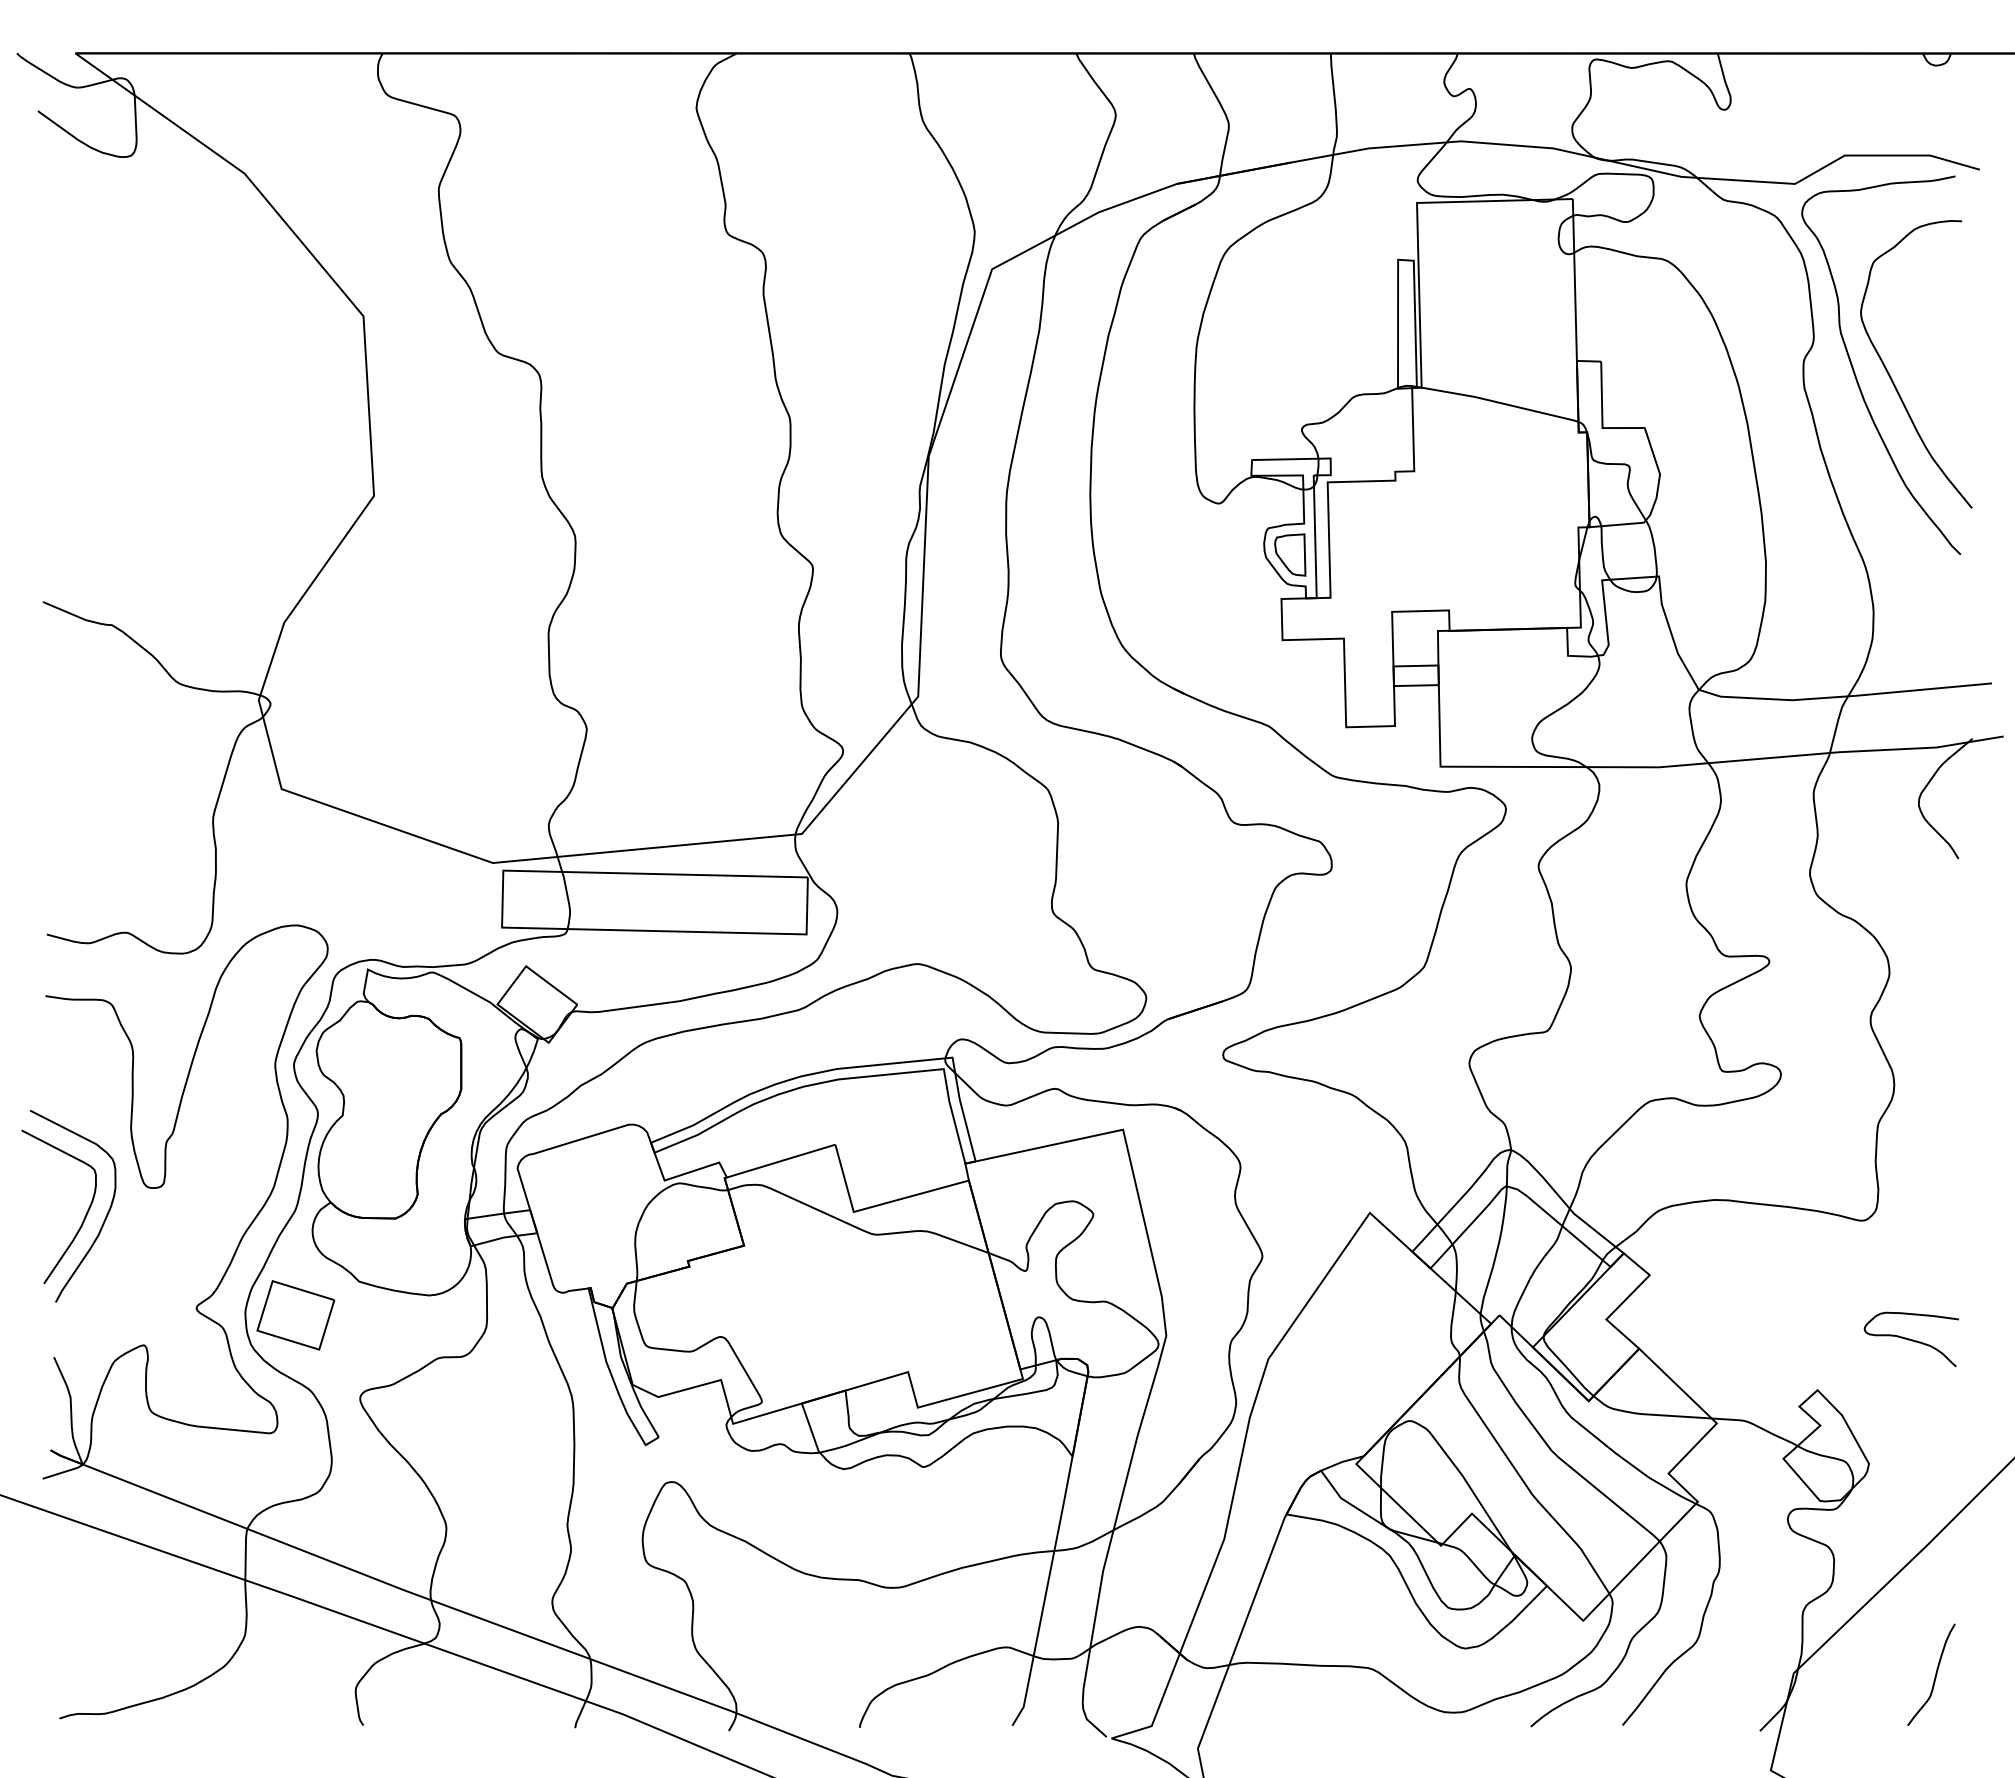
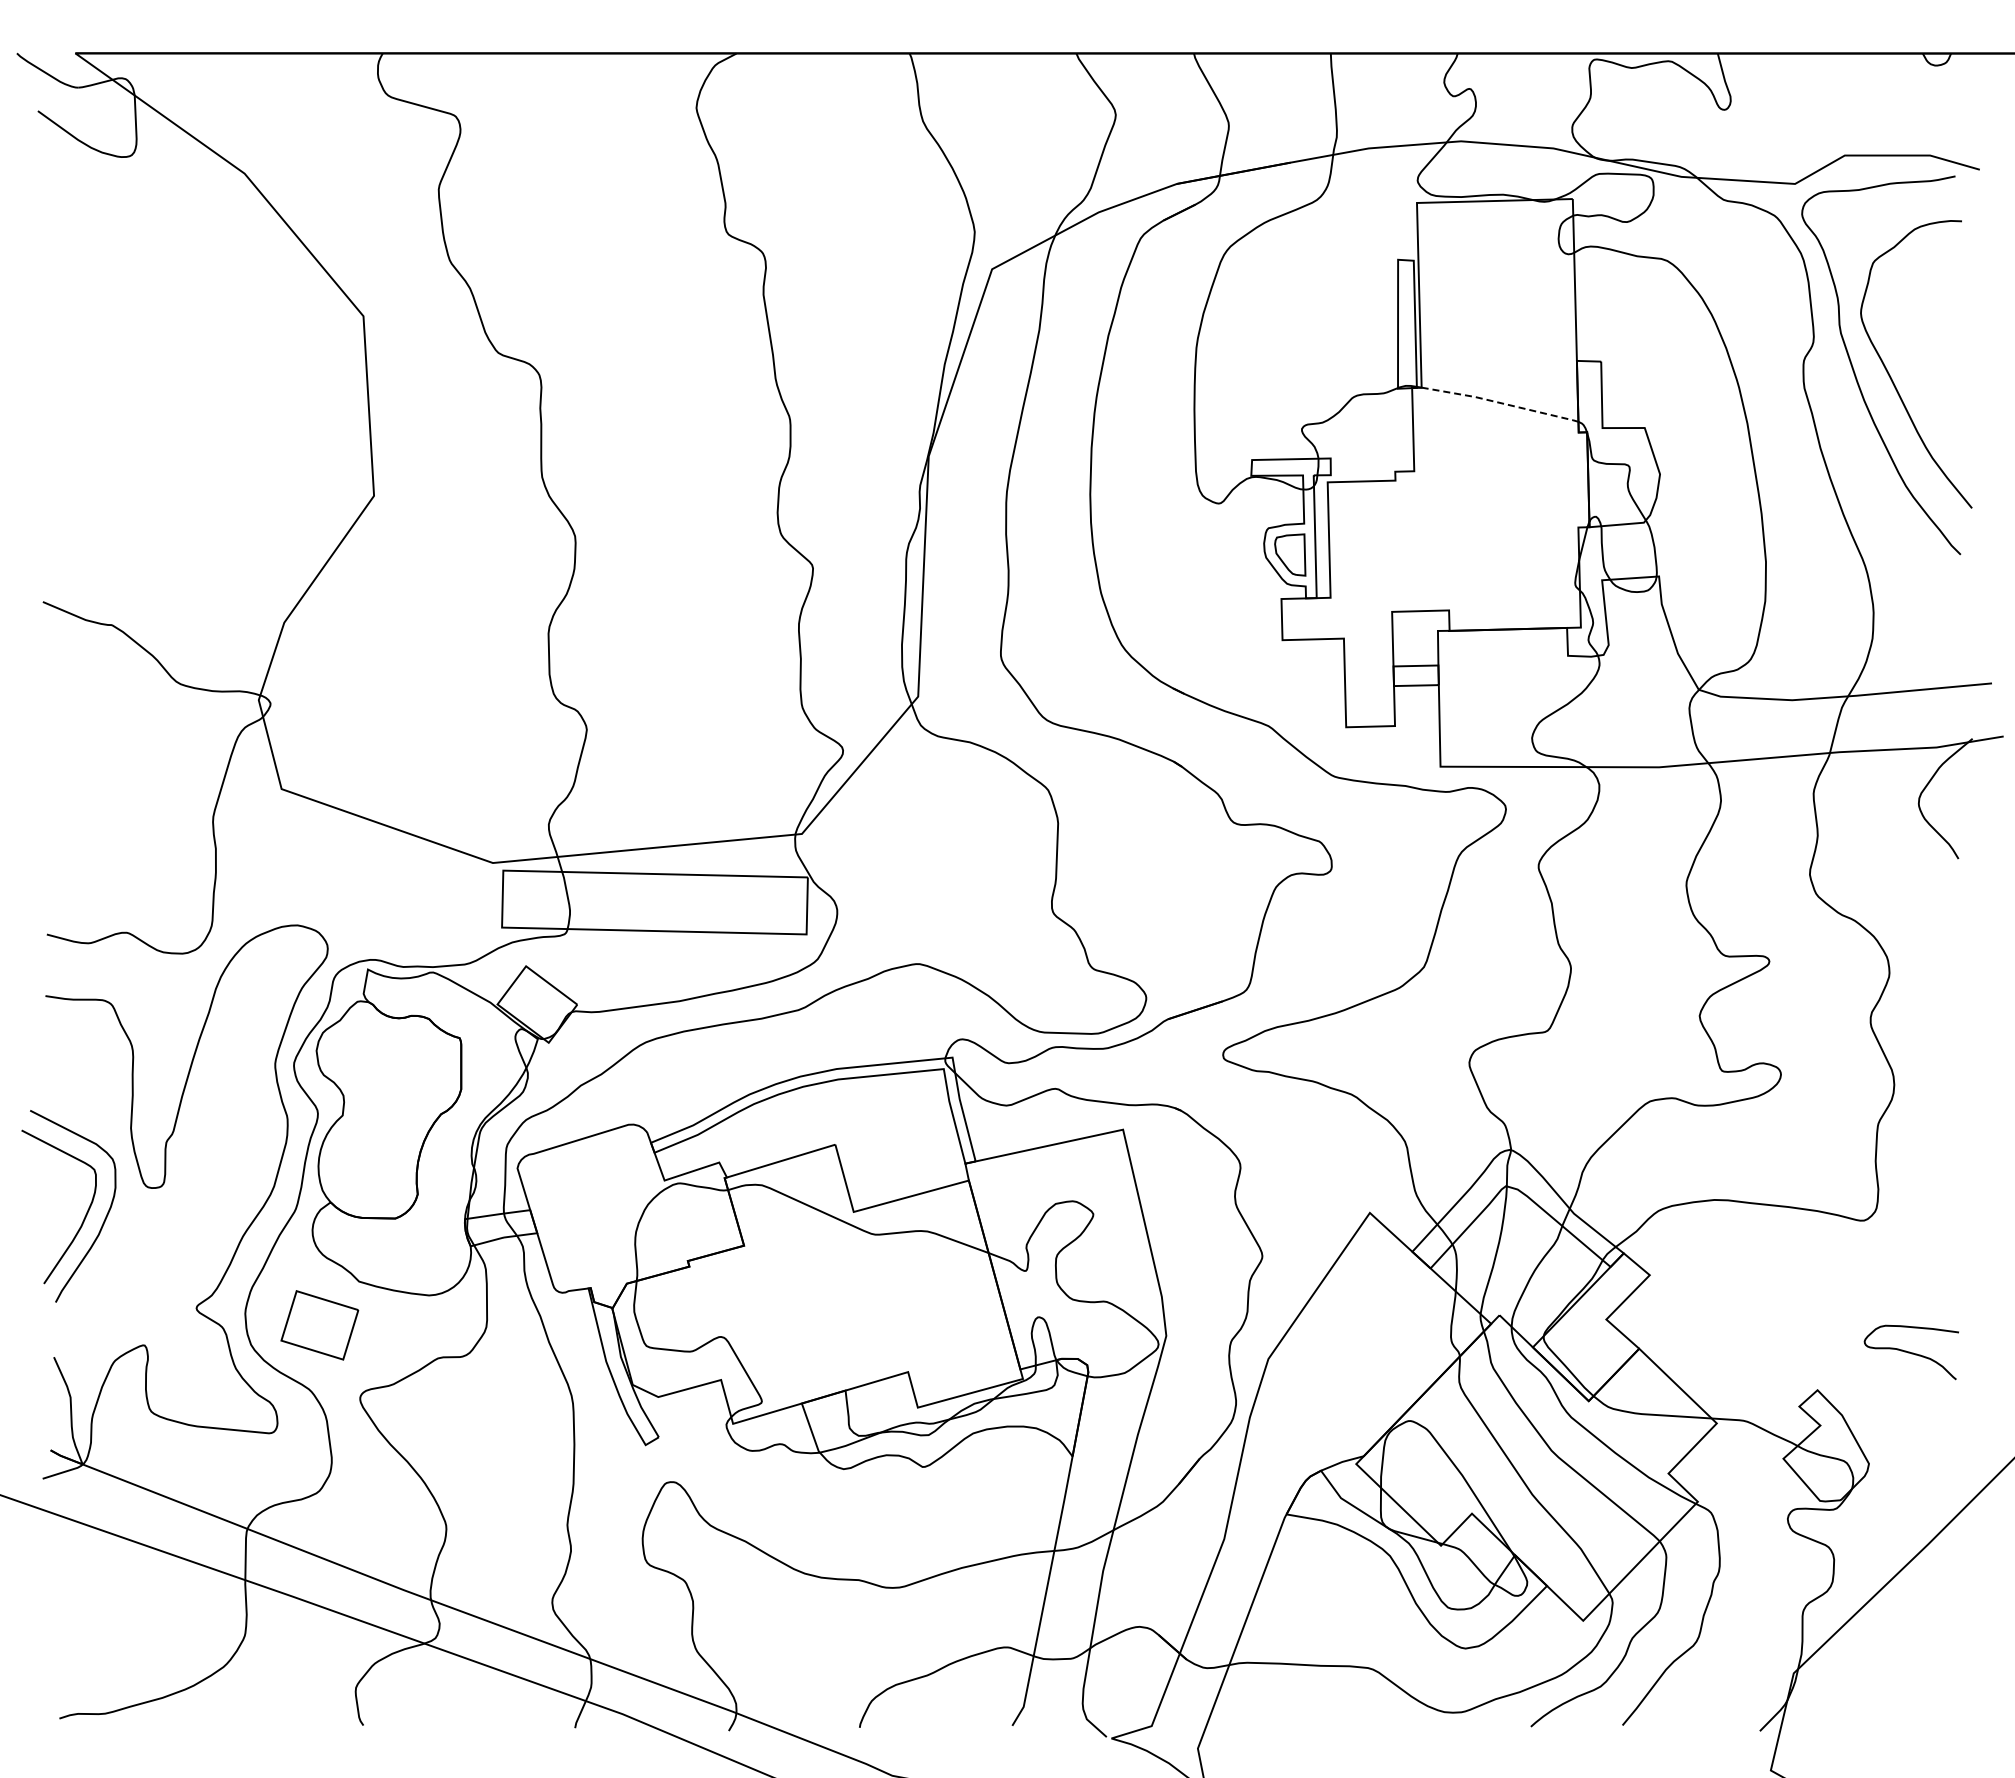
line at (1500, 402): solid -> dashed
part at (295, 1315) position: (295, 1315) -> (319, 1325)
curve at (1910, 1339) position: (1910, 1339) -> (1910, 1352)
curve at (1934, 1676): present -> none
